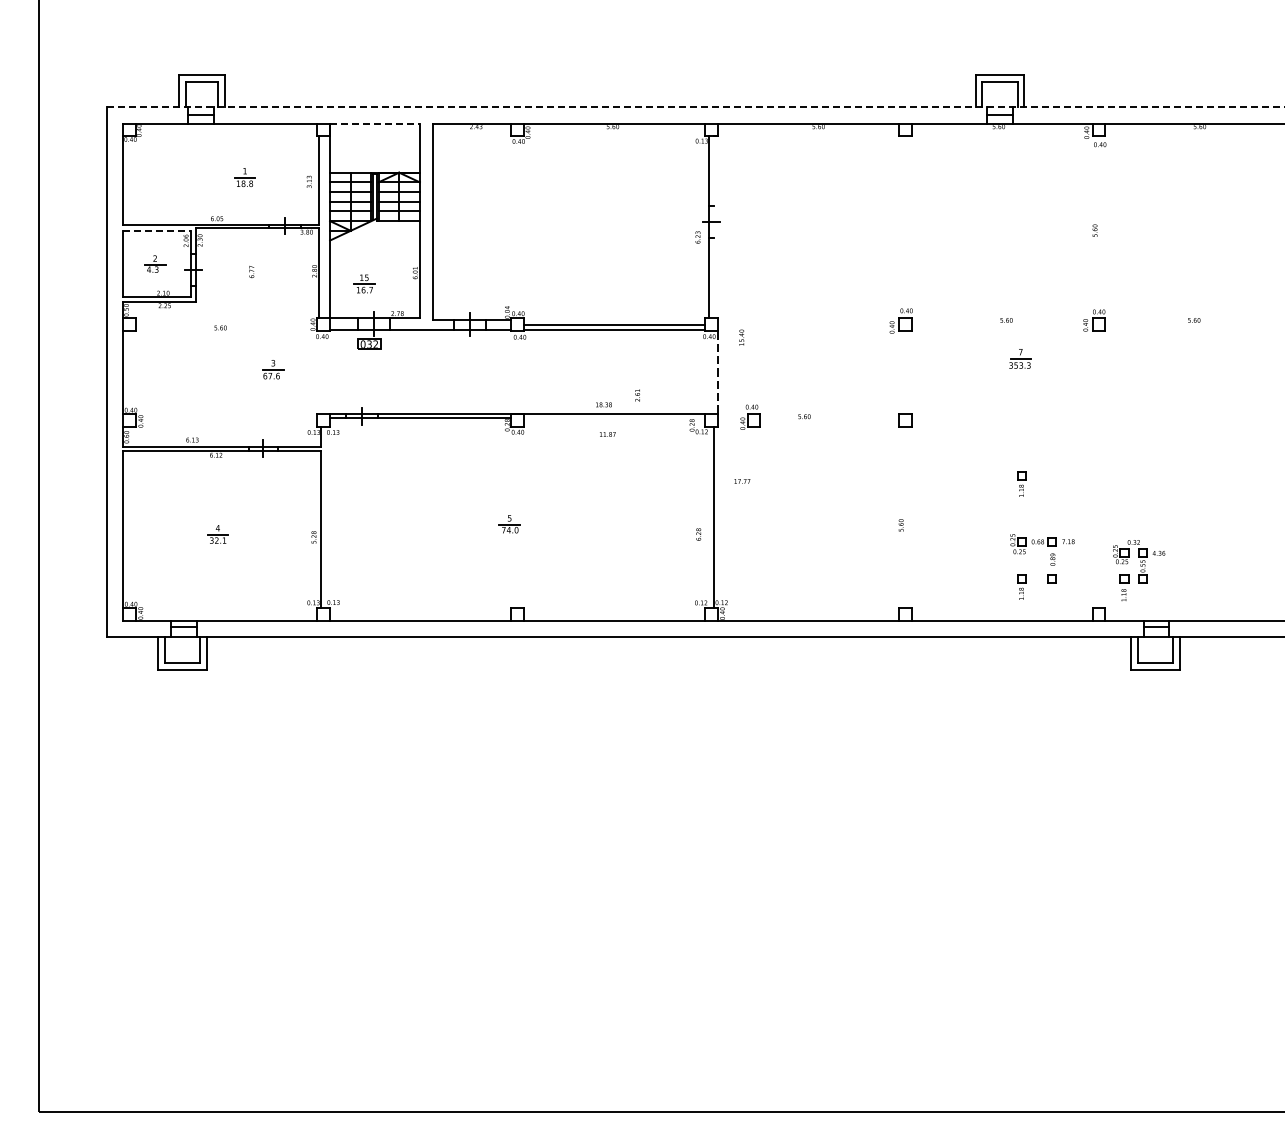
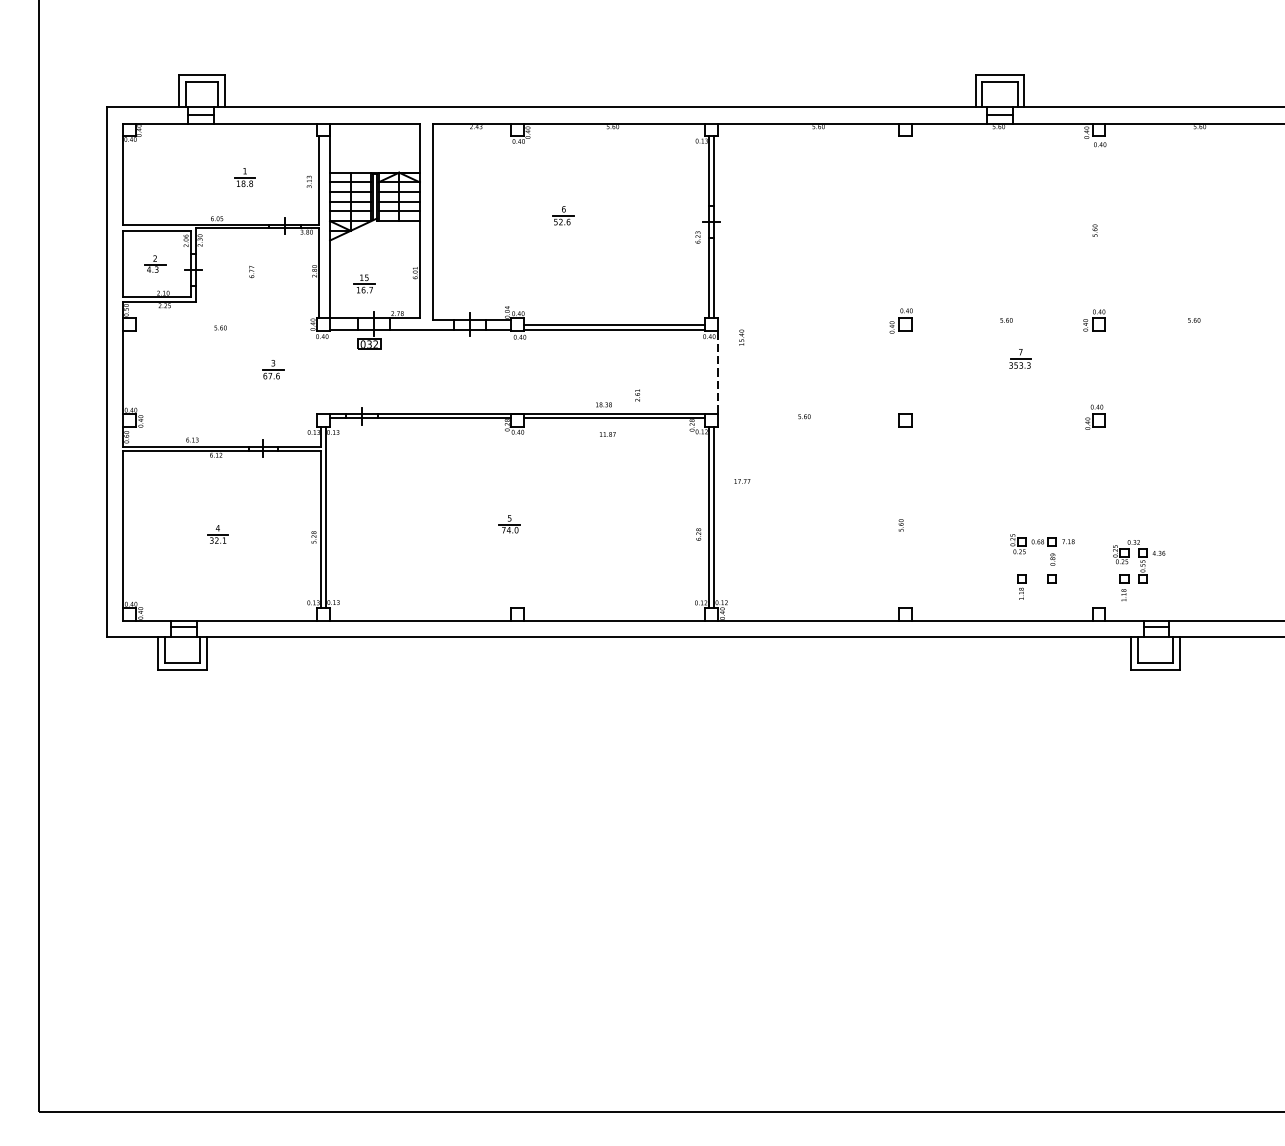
line at (696, 107): dashed -> solid
line at (375, 124): dashed -> solid
part at (563, 215): none -> present
line at (713, 227): none -> present
line at (157, 230): dashed -> solid
part at (750, 416) position: (750, 416) -> (1095, 416)
line at (613, 418): none -> present
part at (1021, 483): present -> none
line at (325, 517): none -> present
line at (708, 517): none -> present
